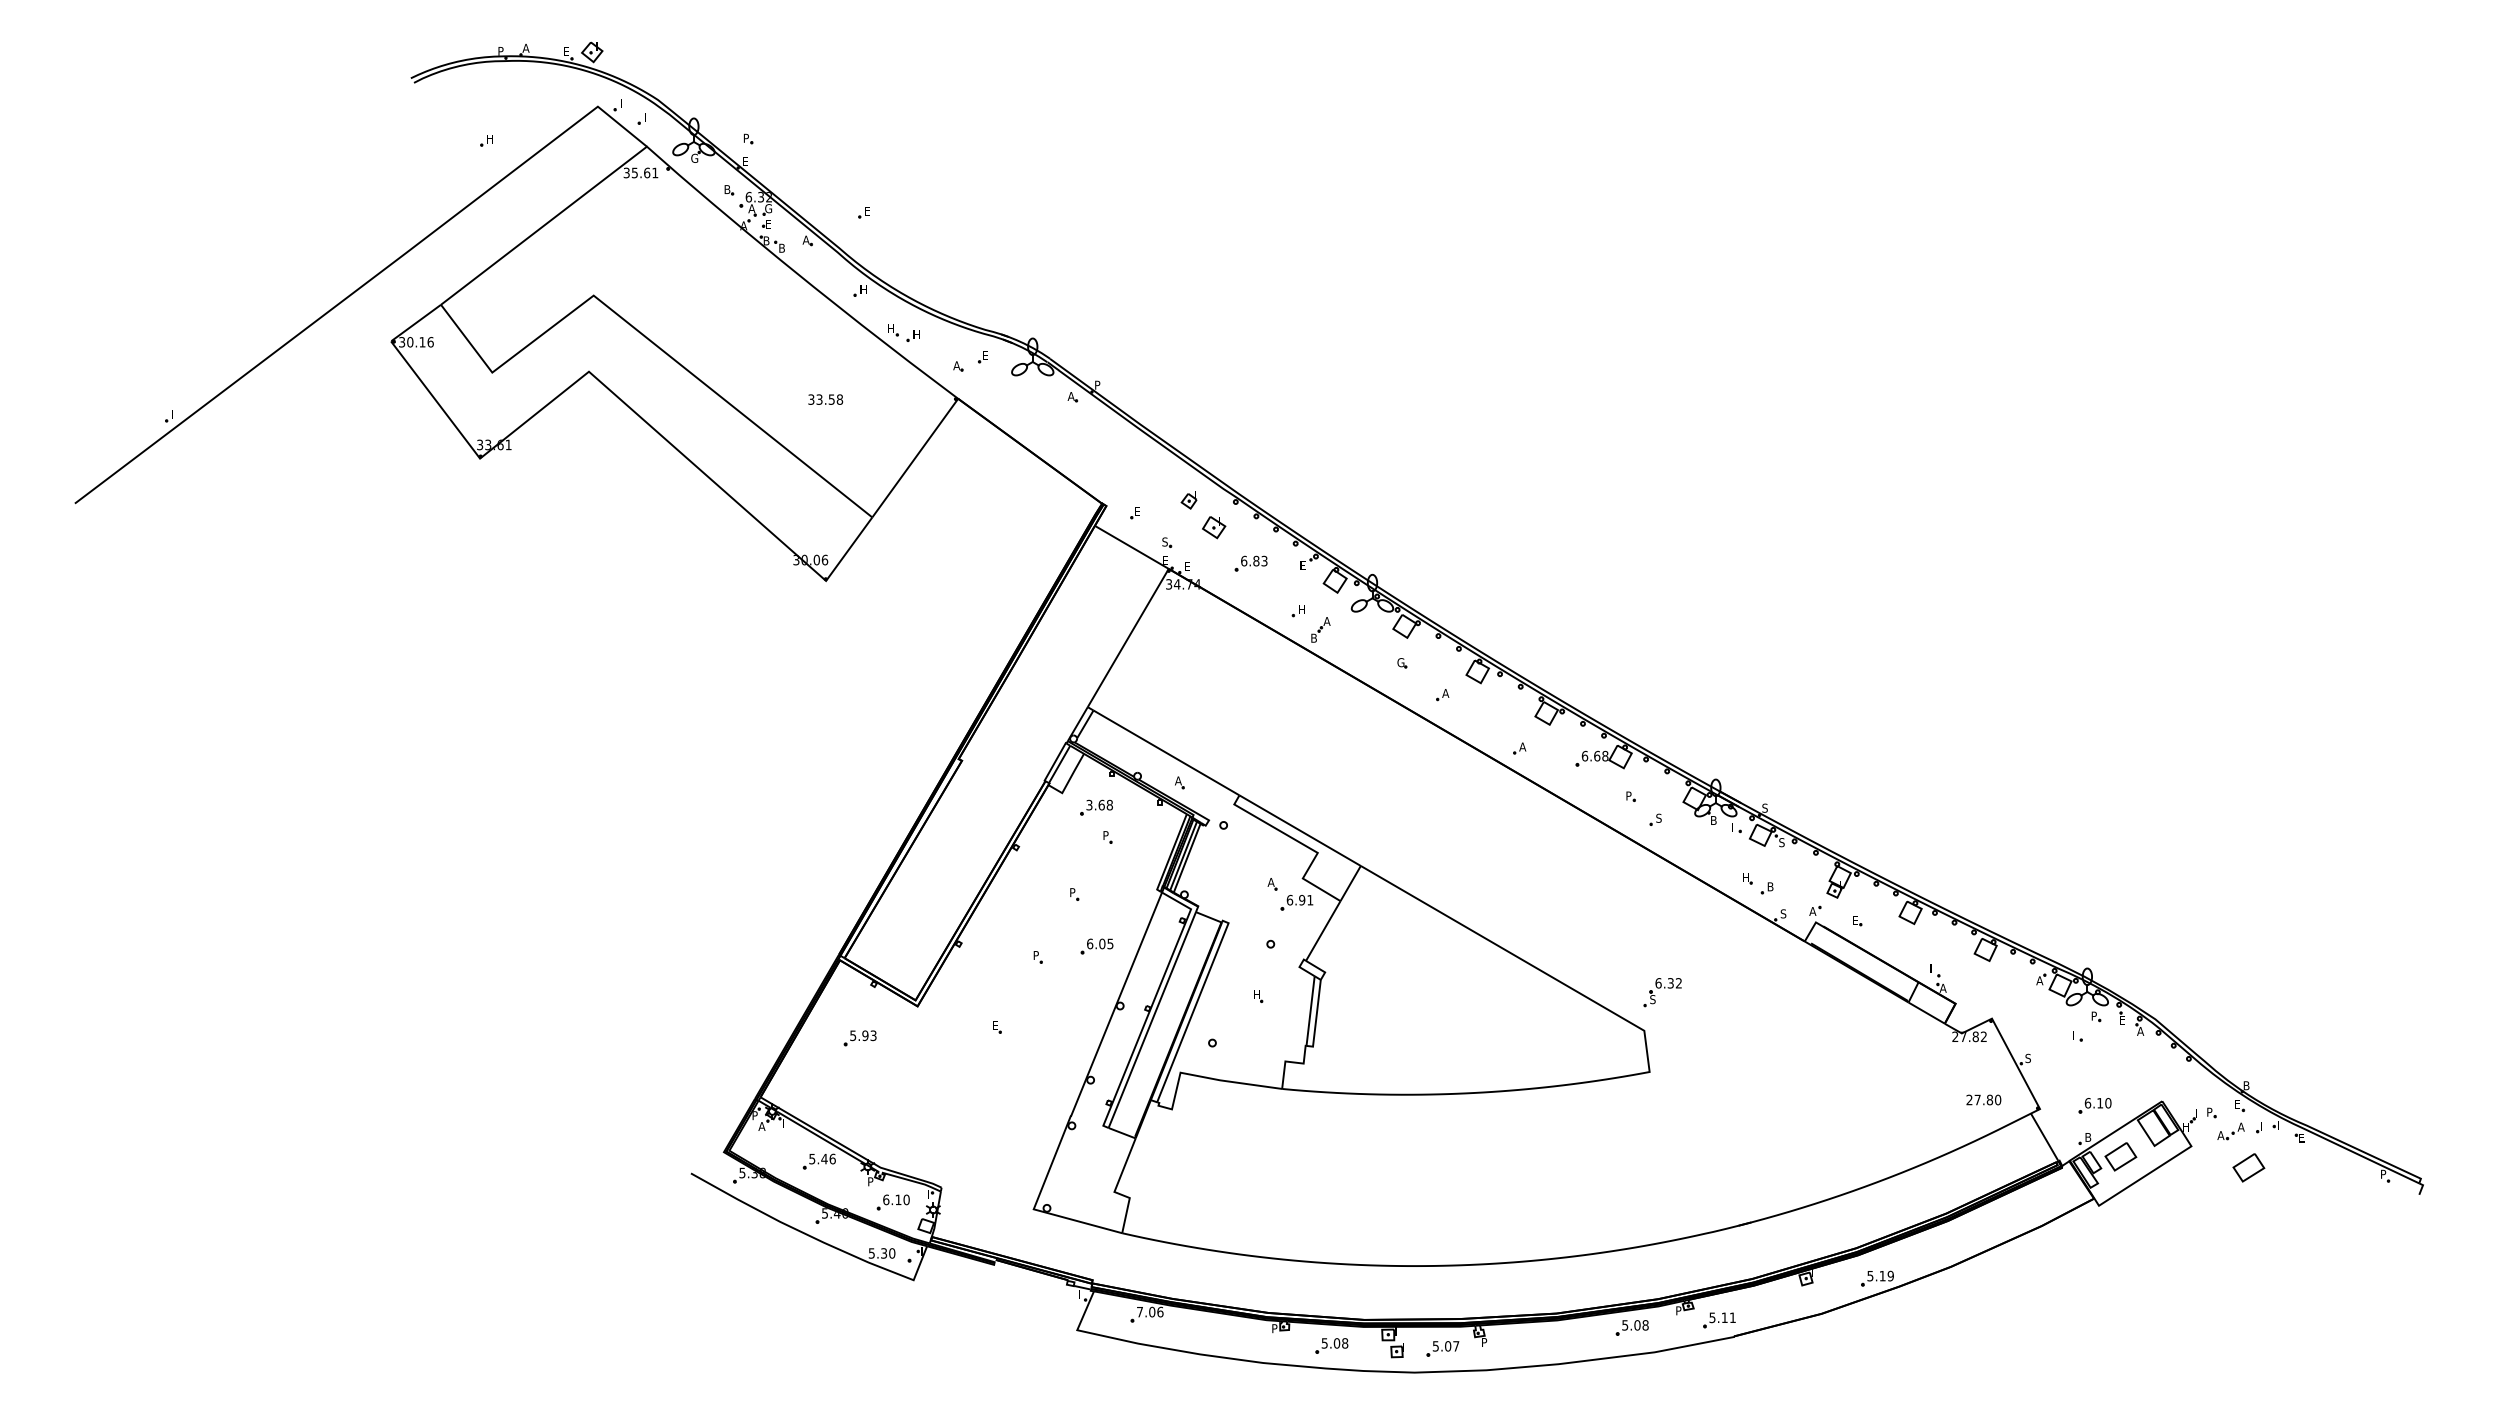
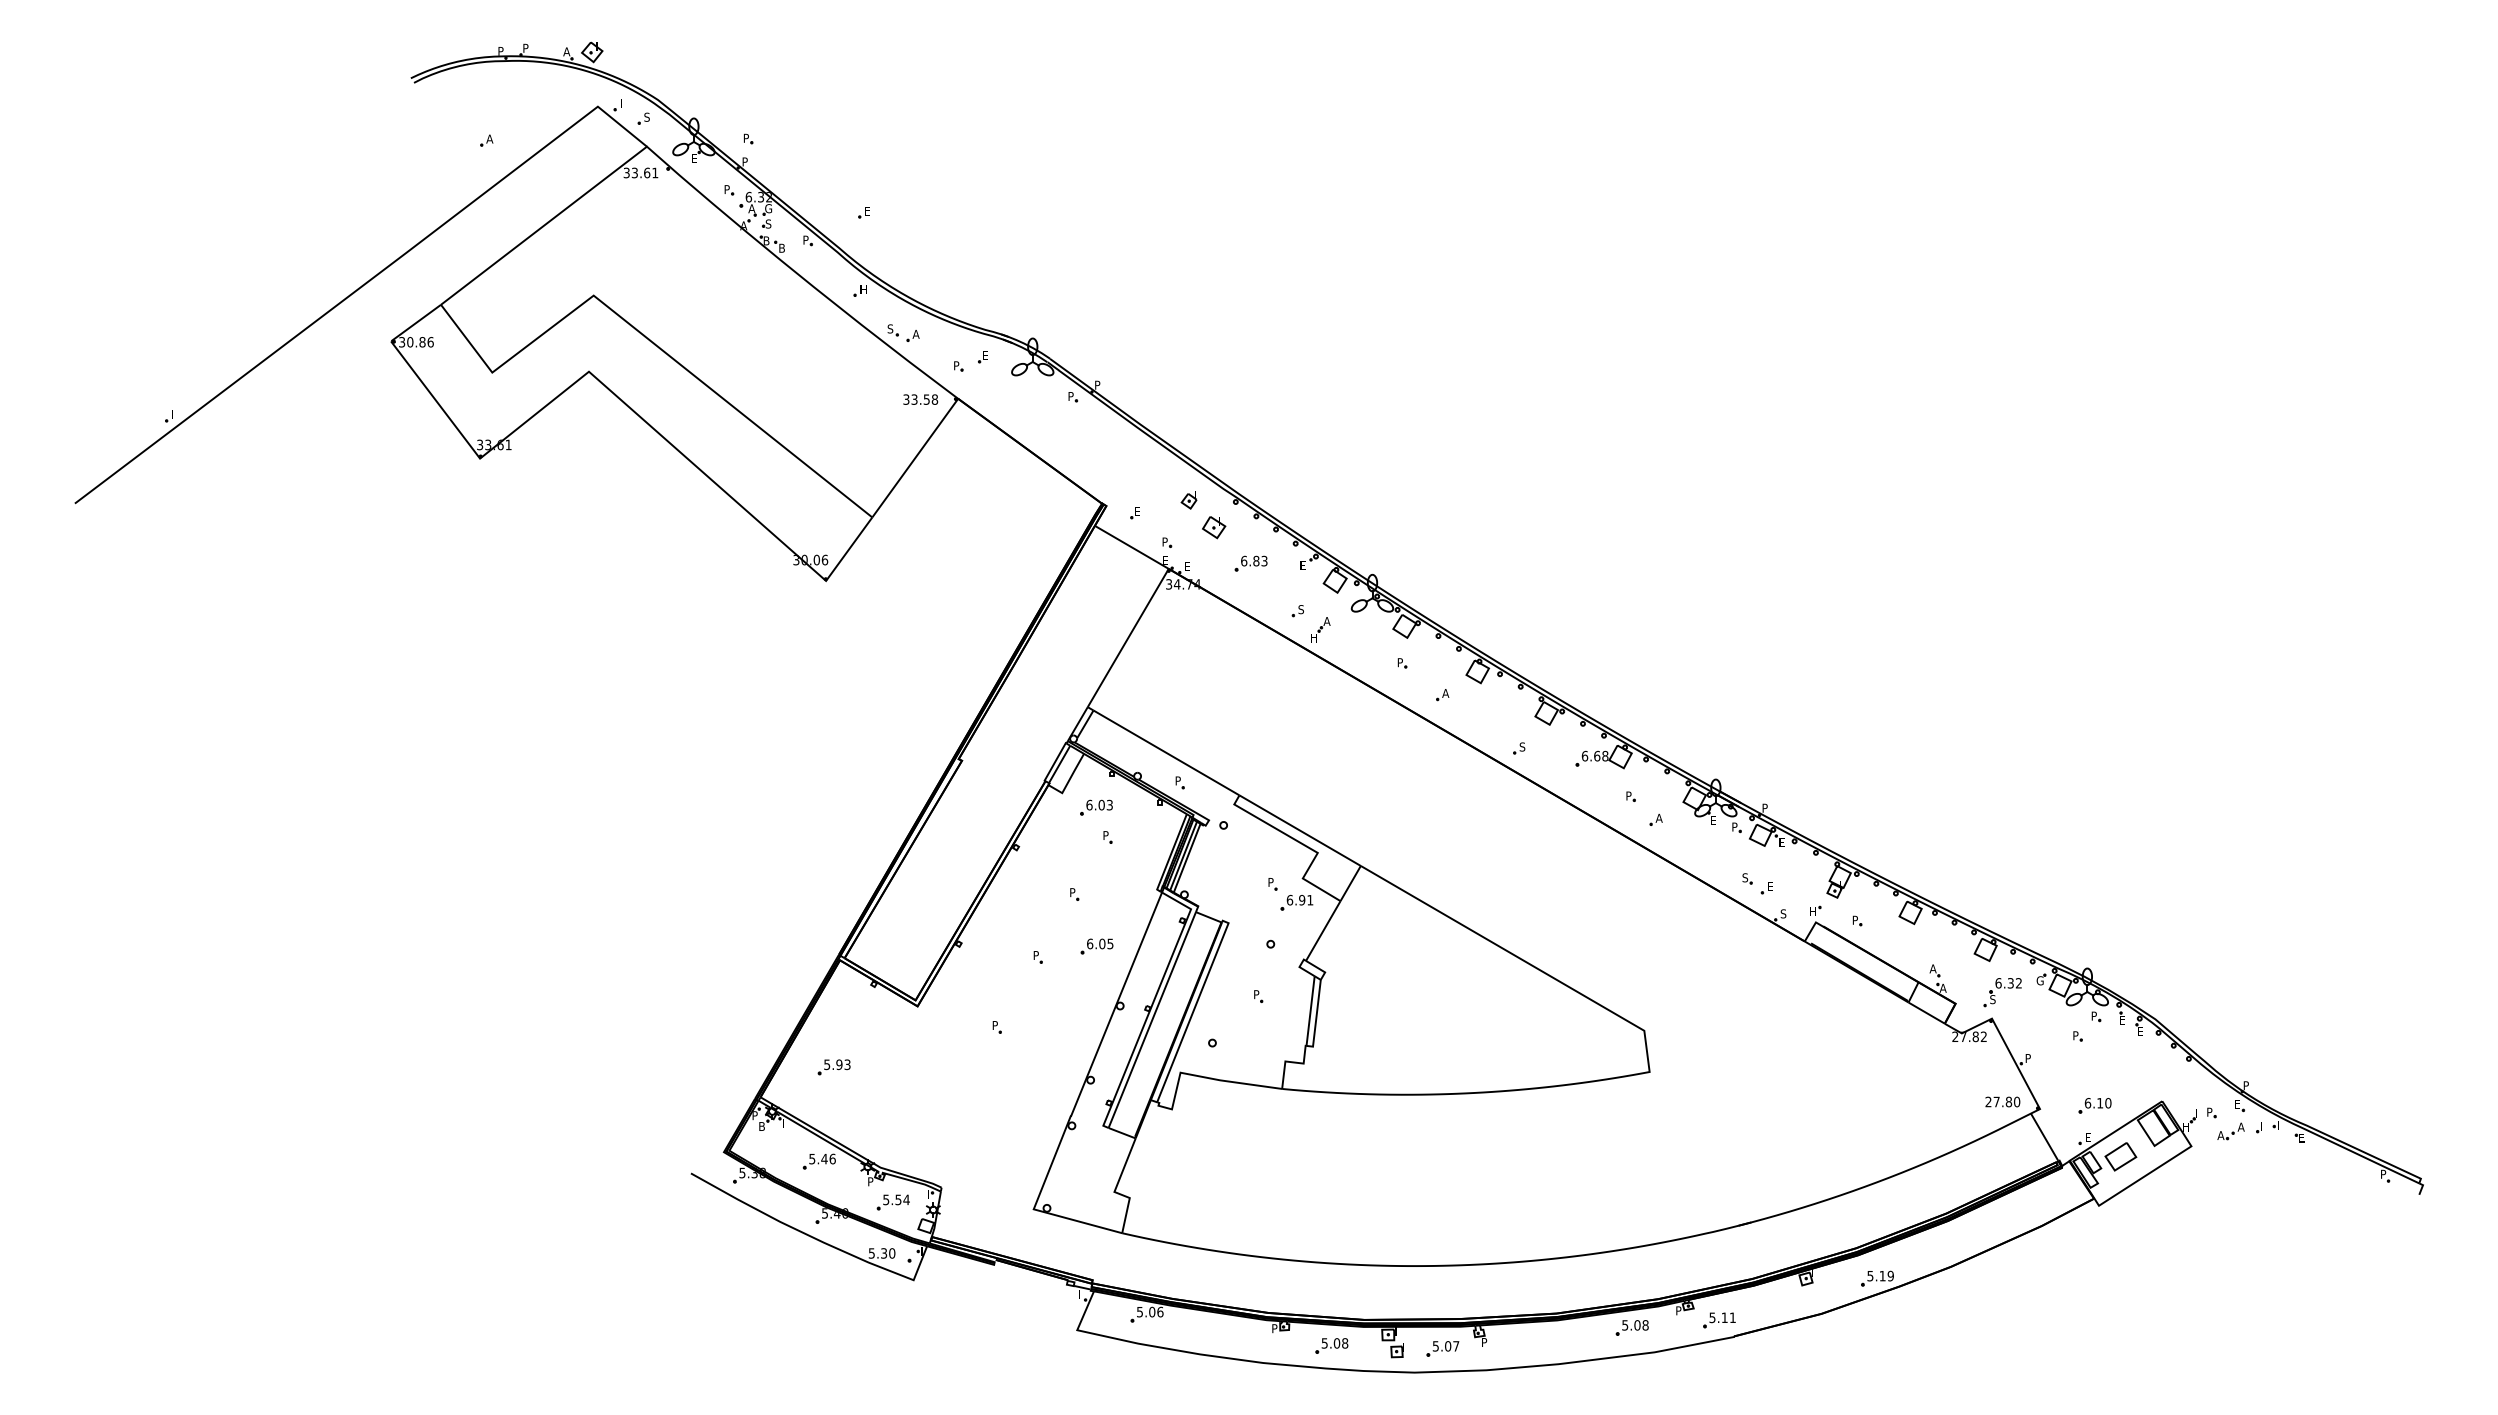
text at (525, 47): A -> P
text at (566, 51): E -> A
text at (646, 116): I -> S
text at (489, 138): H -> A
text at (694, 157): G -> E
text at (744, 161): E -> P
text at (634, 171): 35.61 -> 33.61
text at (727, 189): B -> P
text at (768, 223): E -> S
text at (805, 239): A -> P
text at (890, 328): H -> S
text at (915, 333): H -> A
text at (422, 342): 30.16 -> 30.86
text at (956, 365): A -> P
text at (1070, 396): A -> P
text at (825, 399) position: (825, 399) -> (920, 399)
text at (1164, 541): S -> P
text at (1301, 609): H -> S
text at (1313, 637): B -> H
text at (1400, 662): G -> P
text at (1522, 746): A -> S
text at (1178, 780): A -> P
text at (1099, 804): 3.68 -> 6.03
text at (1764, 807): S -> P
text at (1658, 817): S -> A
text at (1714, 820): B -> E
text at (1734, 826): I -> P
text at (1781, 842): S -> E
text at (1745, 877): H -> S
text at (1270, 882): A -> P
text at (1770, 886): B -> E
text at (1812, 911): A -> H
text at (1854, 919): E -> P
text at (1932, 968): I -> A
text at (2039, 980): A -> G
part at (1662, 992) position: (1662, 992) -> (2002, 992)
text at (1256, 994): H -> P
text at (994, 1025): E -> P
text at (2140, 1031): A -> E
text at (2075, 1035): I -> P
part at (859, 1038) position: (859, 1038) -> (833, 1067)
text at (2027, 1058): S -> P
text at (2247, 1085): B -> P
text at (1983, 1099) position: (1983, 1099) -> (2002, 1101)
text at (761, 1126): A -> B
text at (2088, 1137): B -> E
part at (2248, 1167): present -> none
text at (896, 1199): 6.10 -> 5.54
text at (1139, 1312): 7.06 -> 5.06
